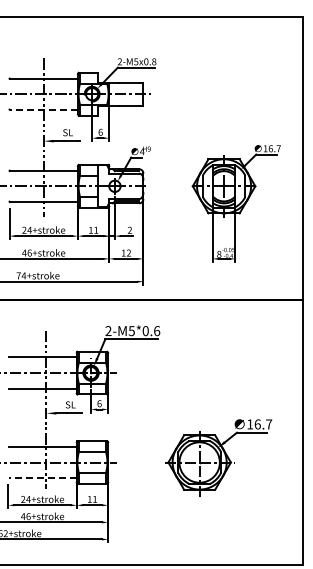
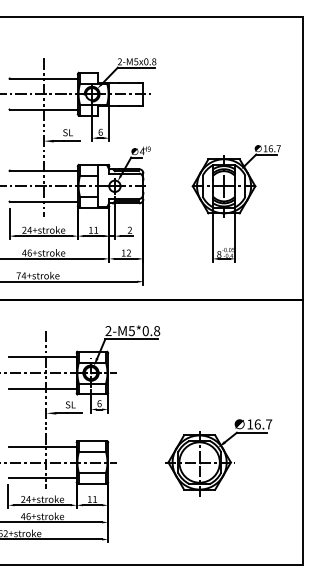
line at (43, 109): dashed -> solid
text at (157, 330): 2-M5*0.6 -> 2-M5*0.8
line at (42, 478): dashed -> solid
